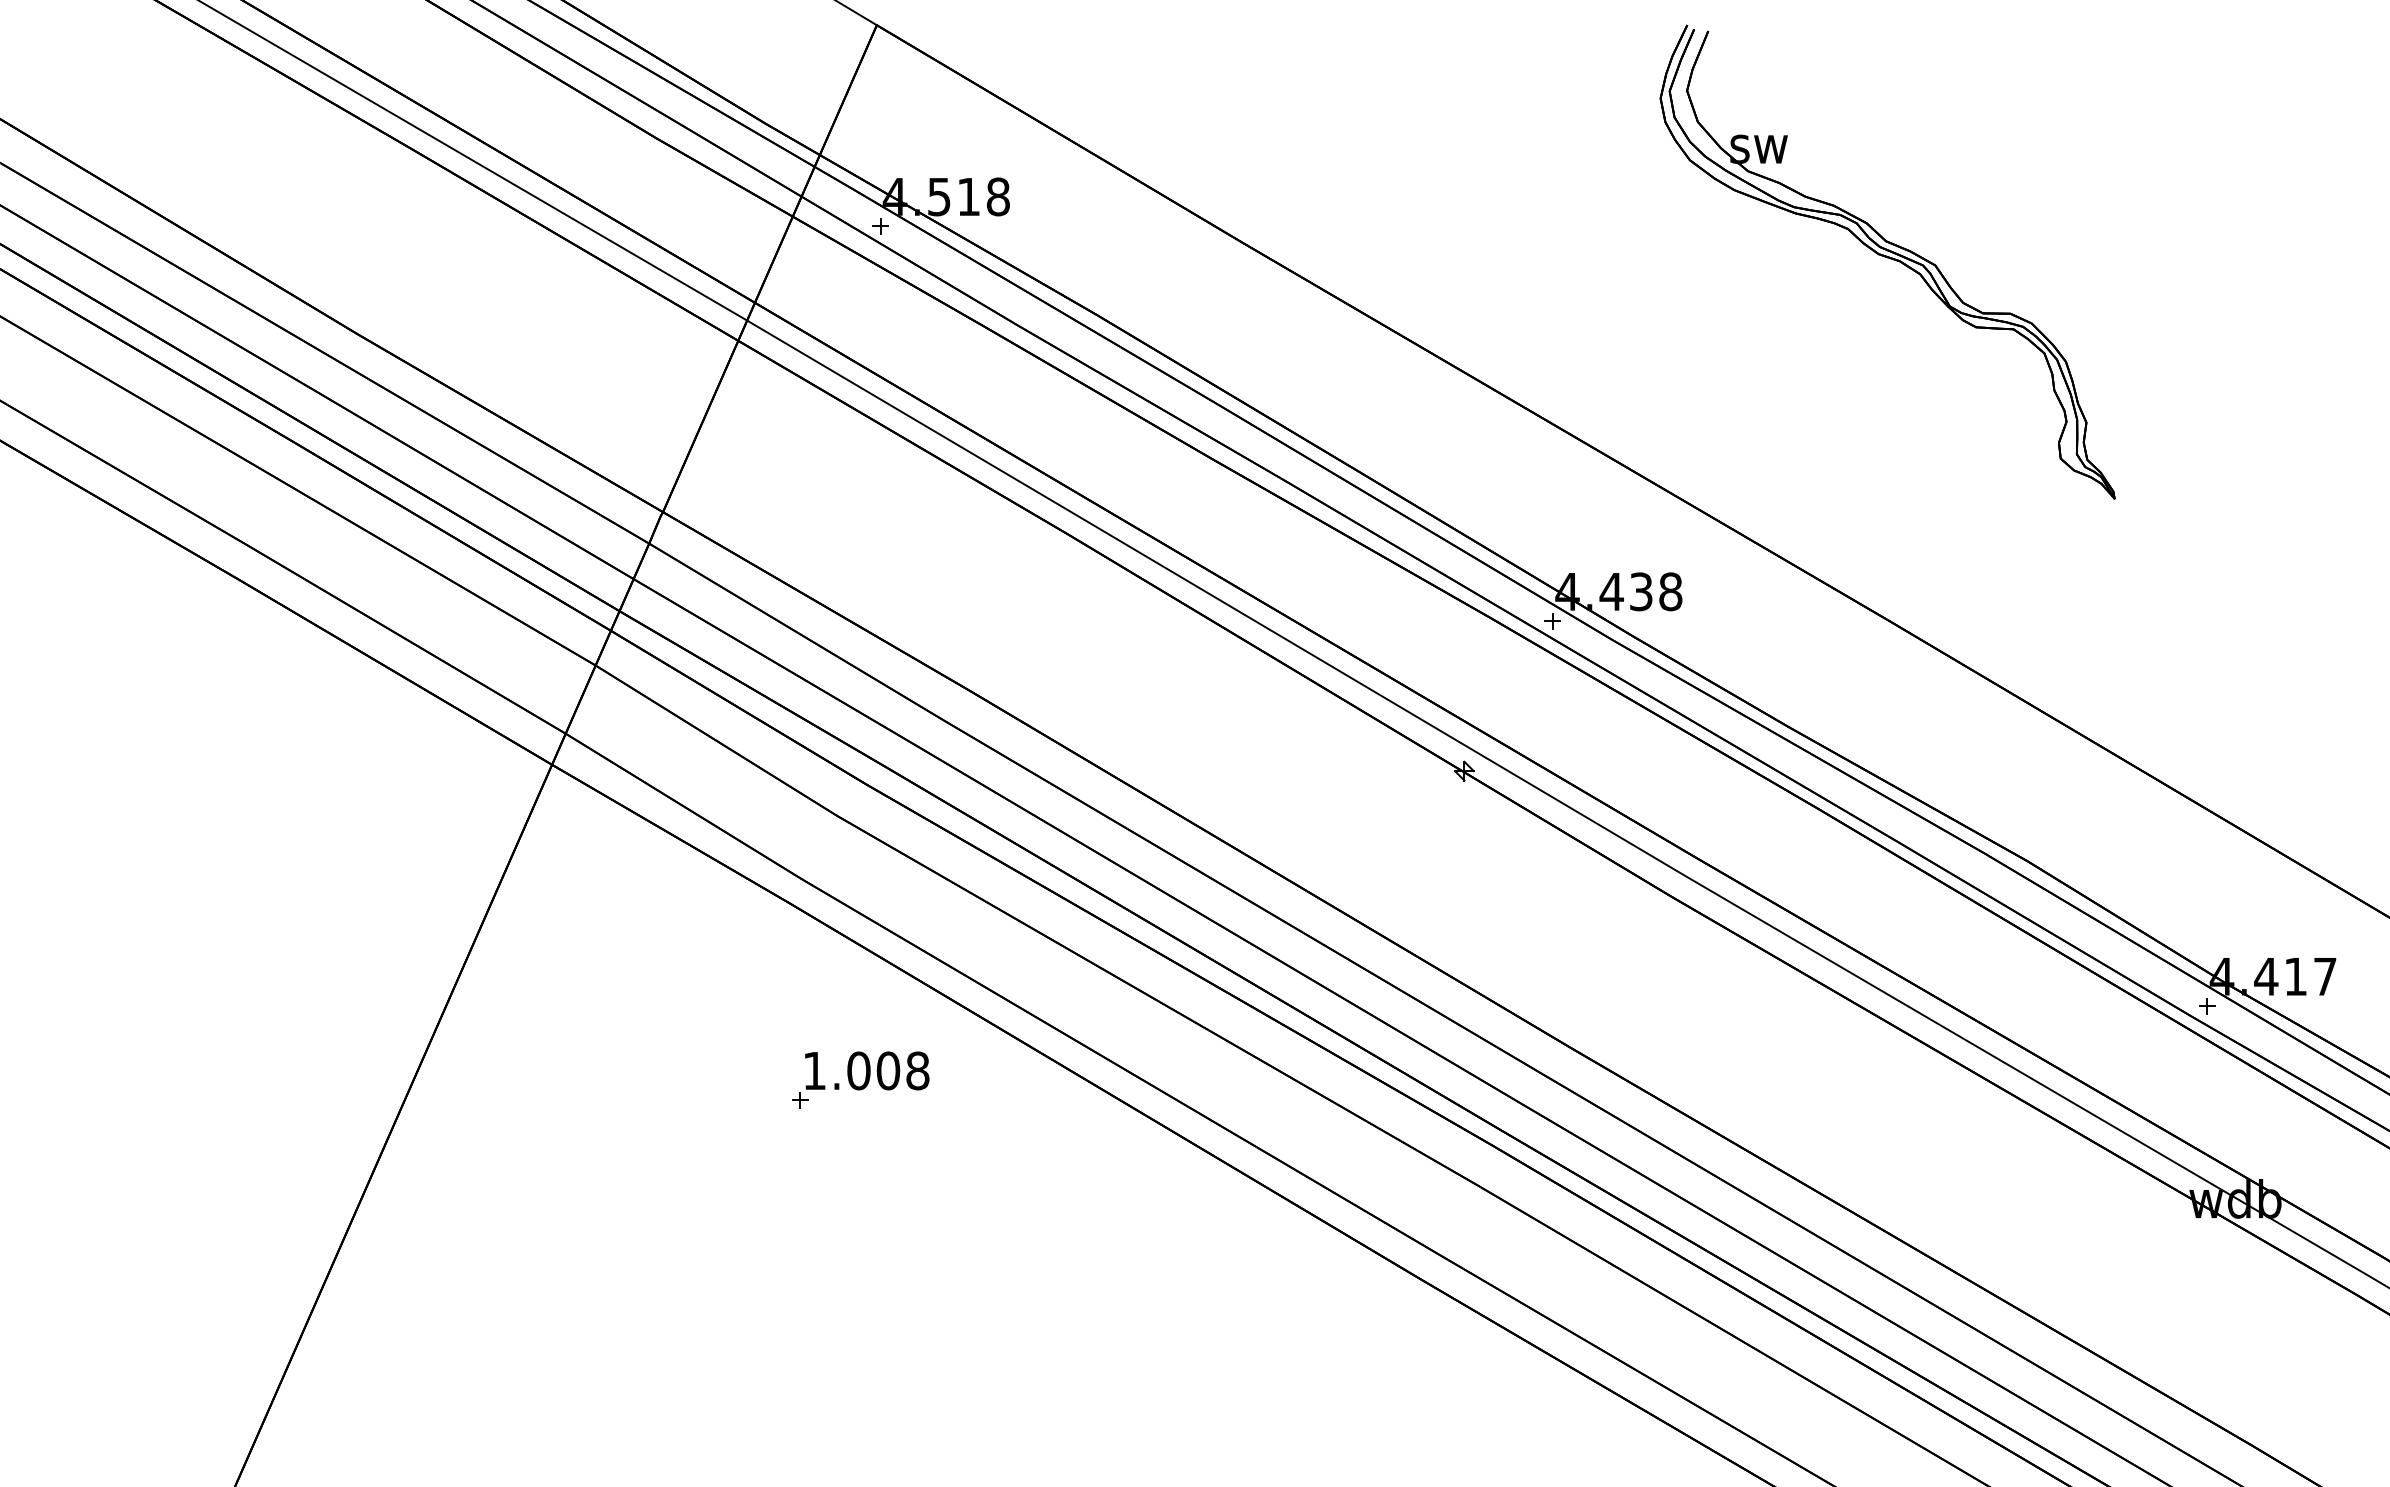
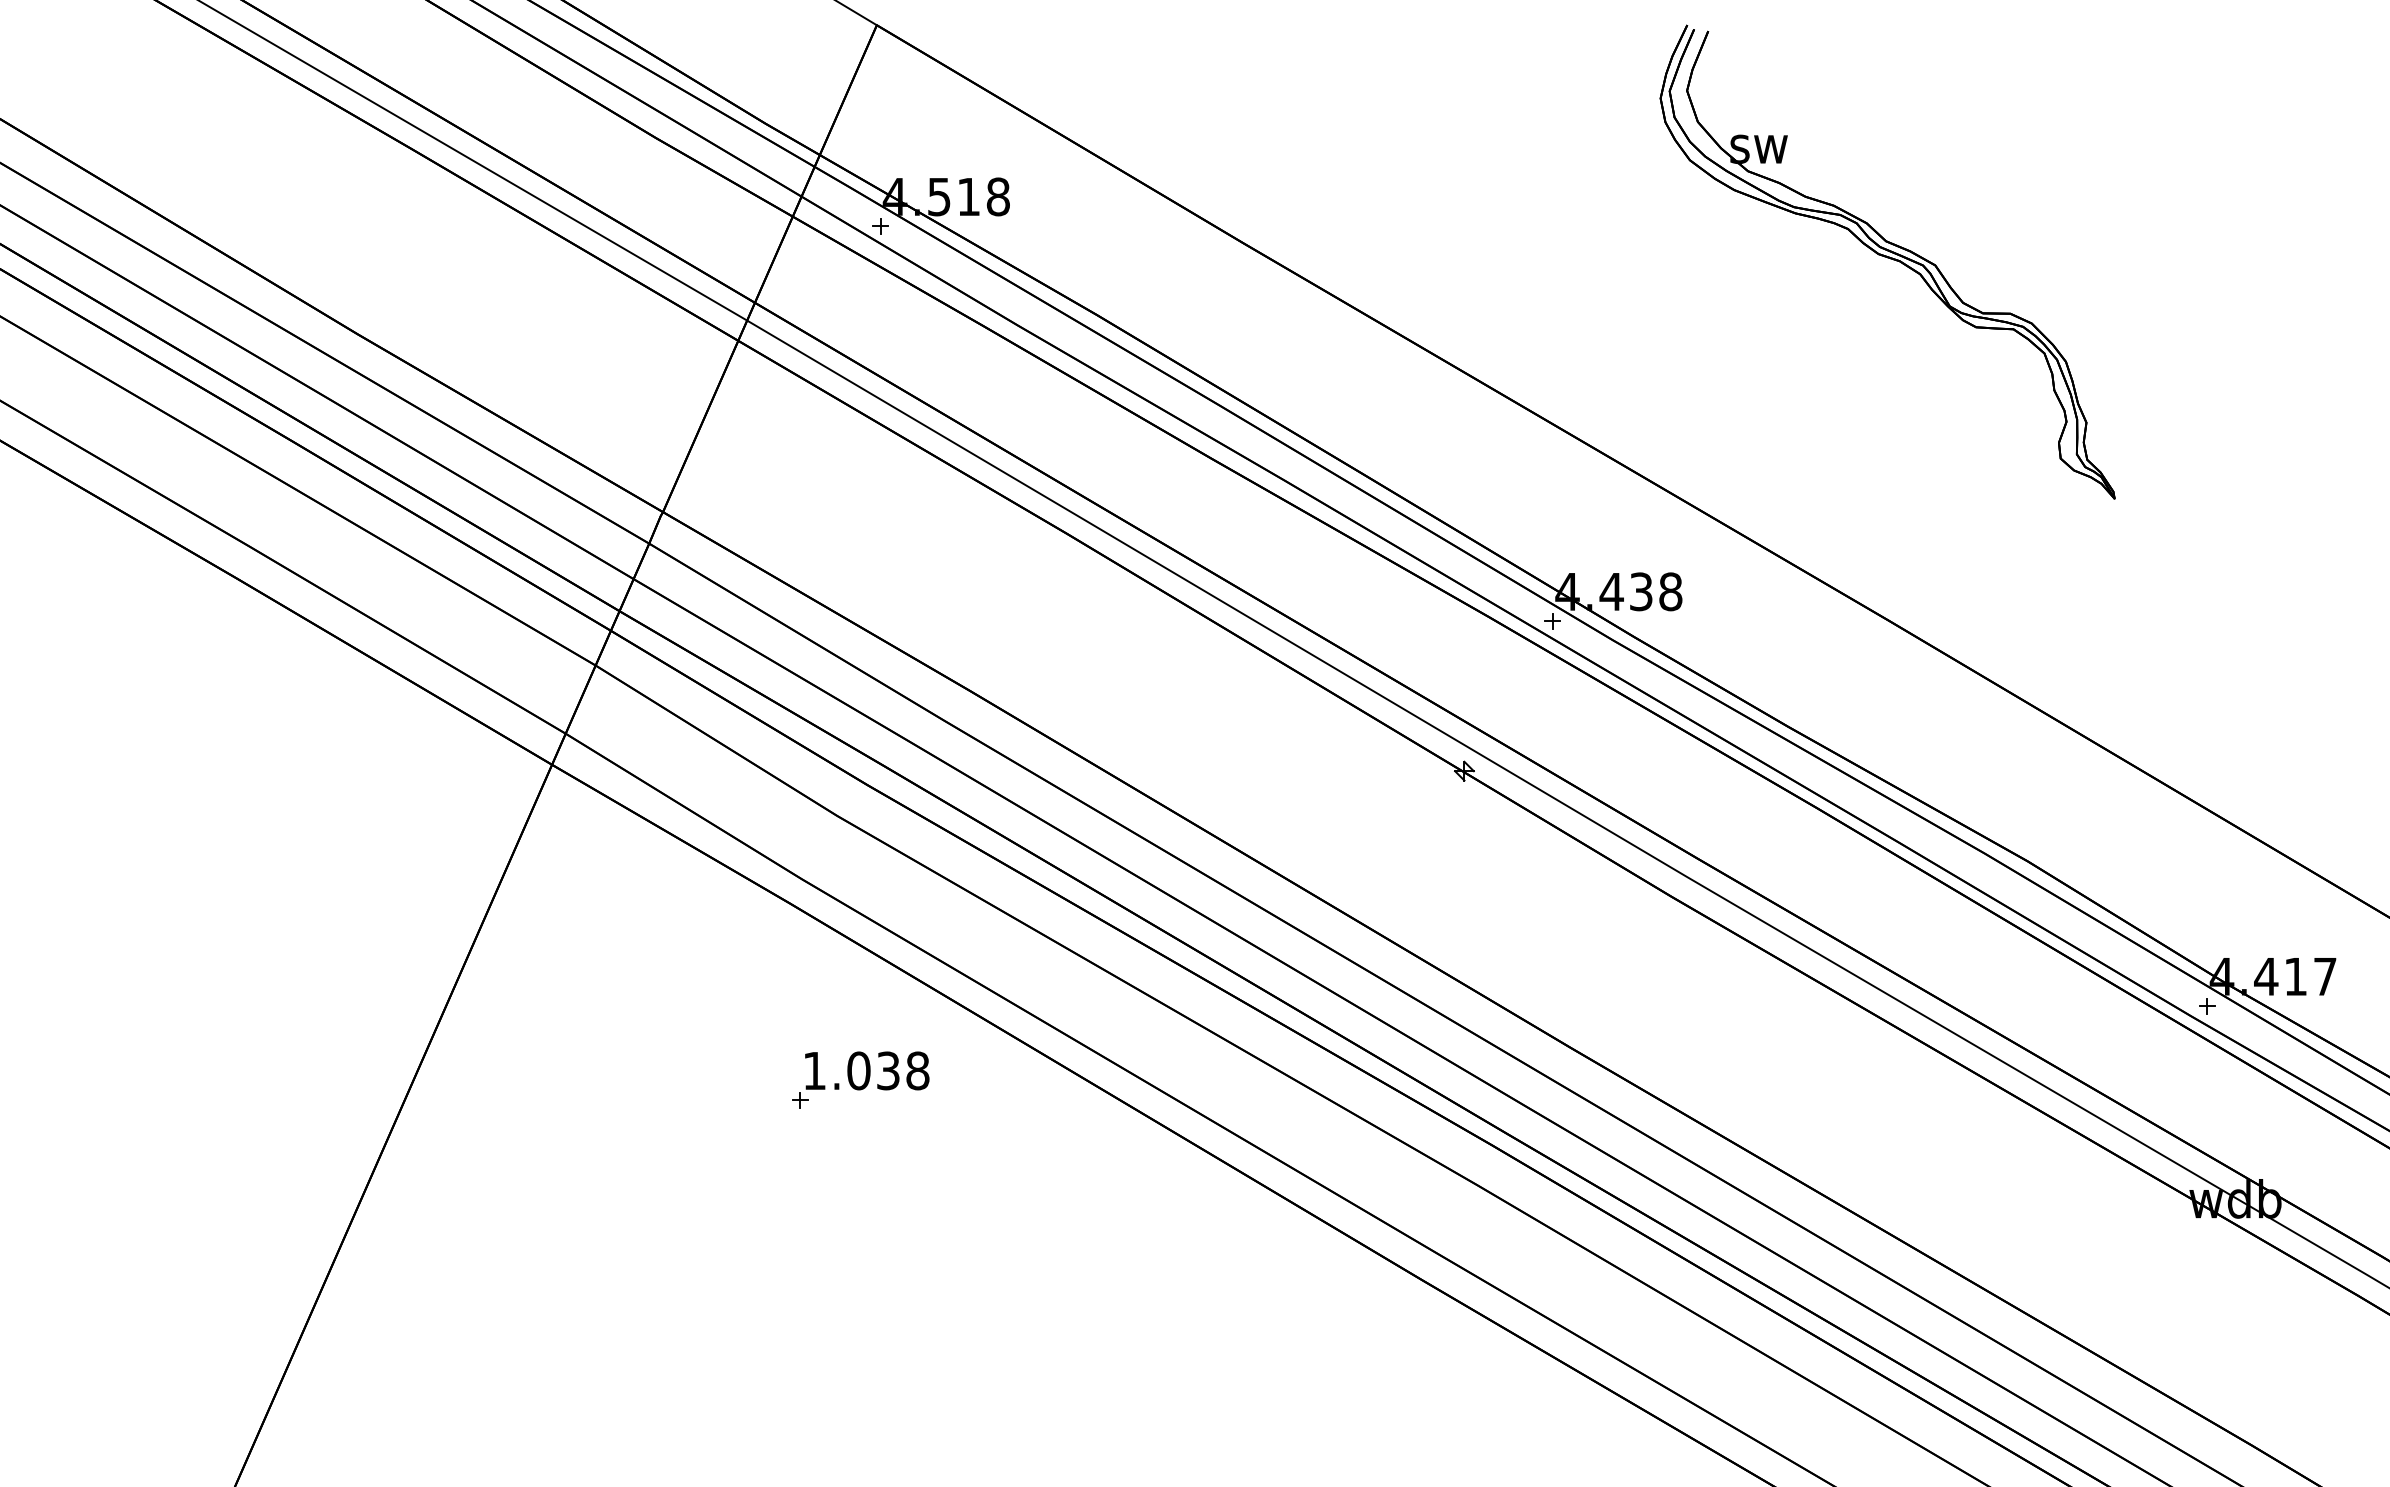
text at (888, 1070): 1.008 -> 1.038
